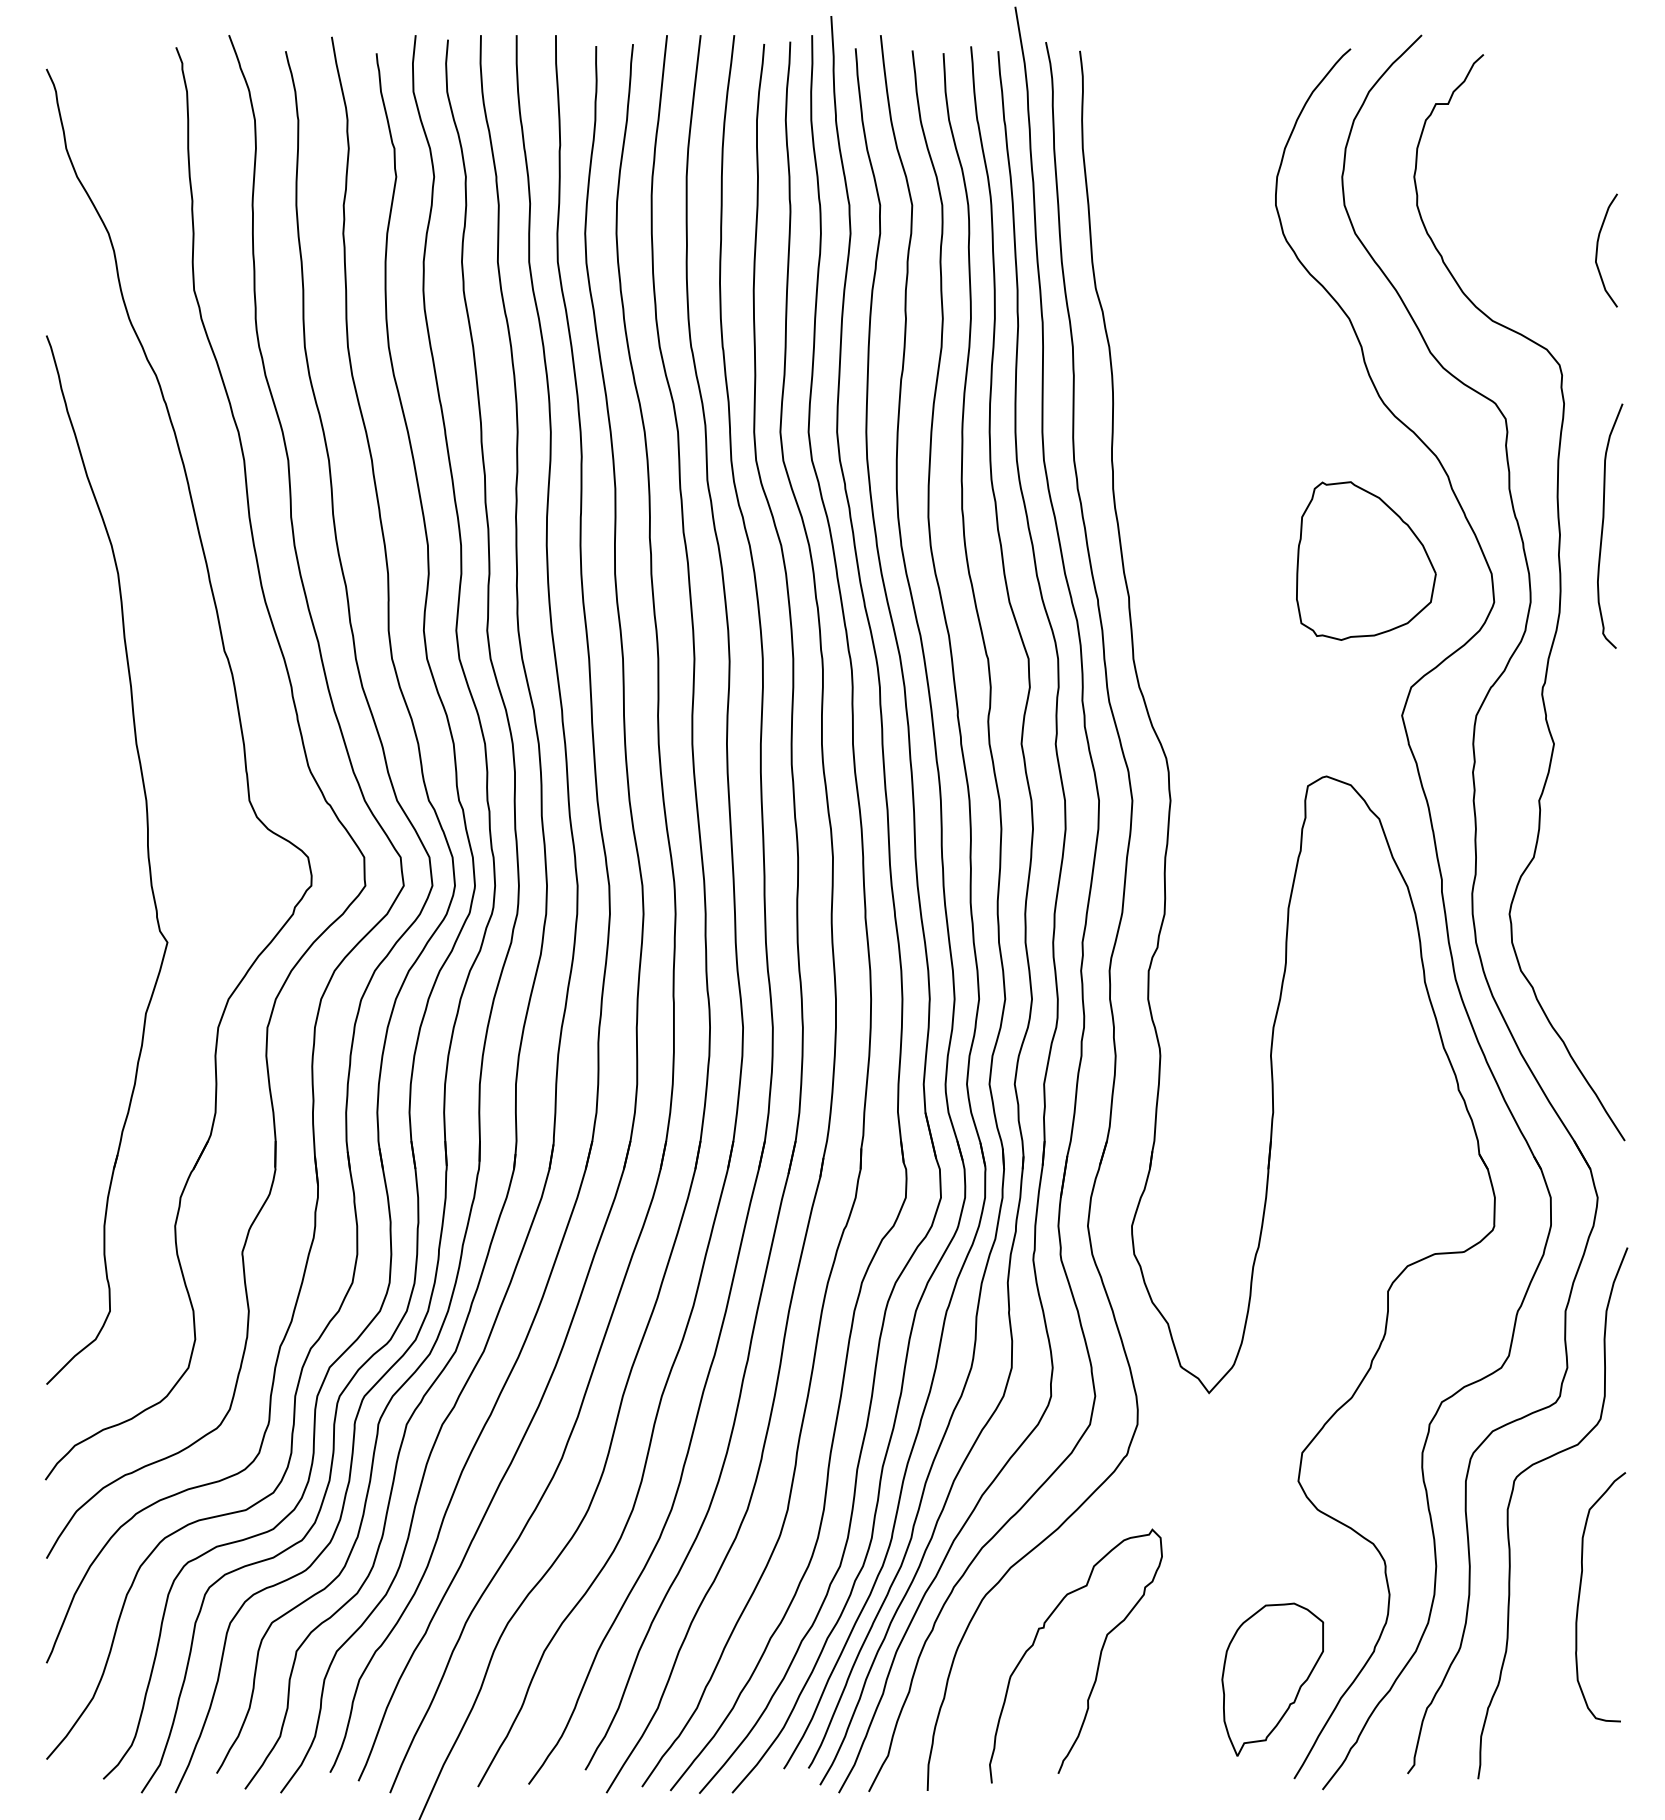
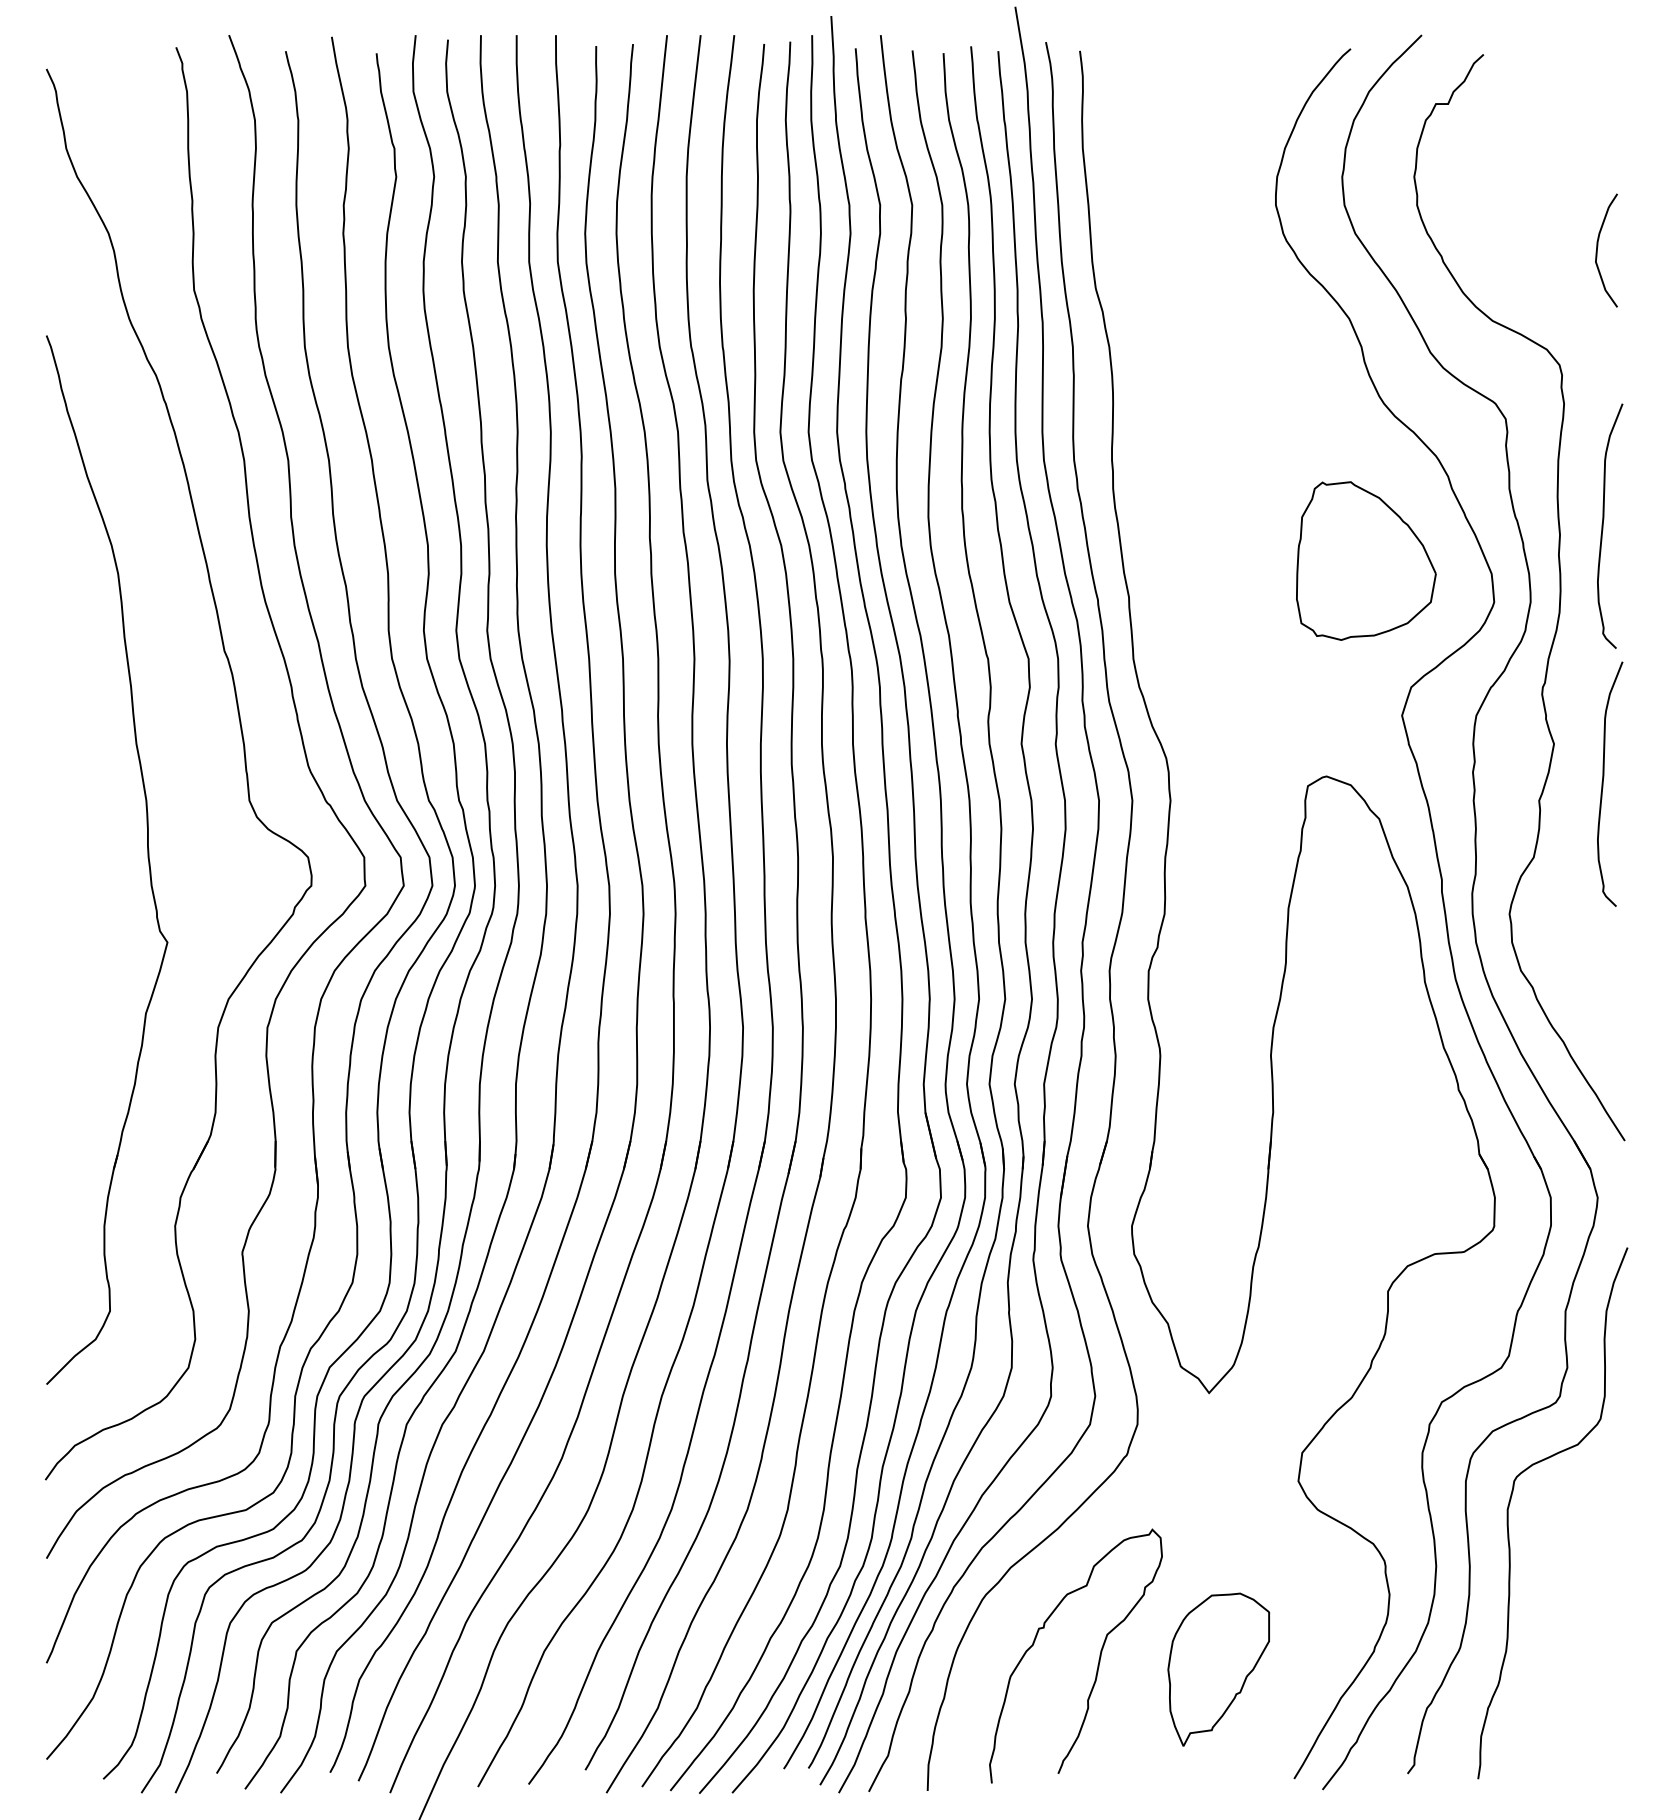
curve at (1603, 783): none -> present
curve at (1580, 1595): present -> none
part at (1272, 1679) position: (1272, 1679) -> (1218, 1669)
